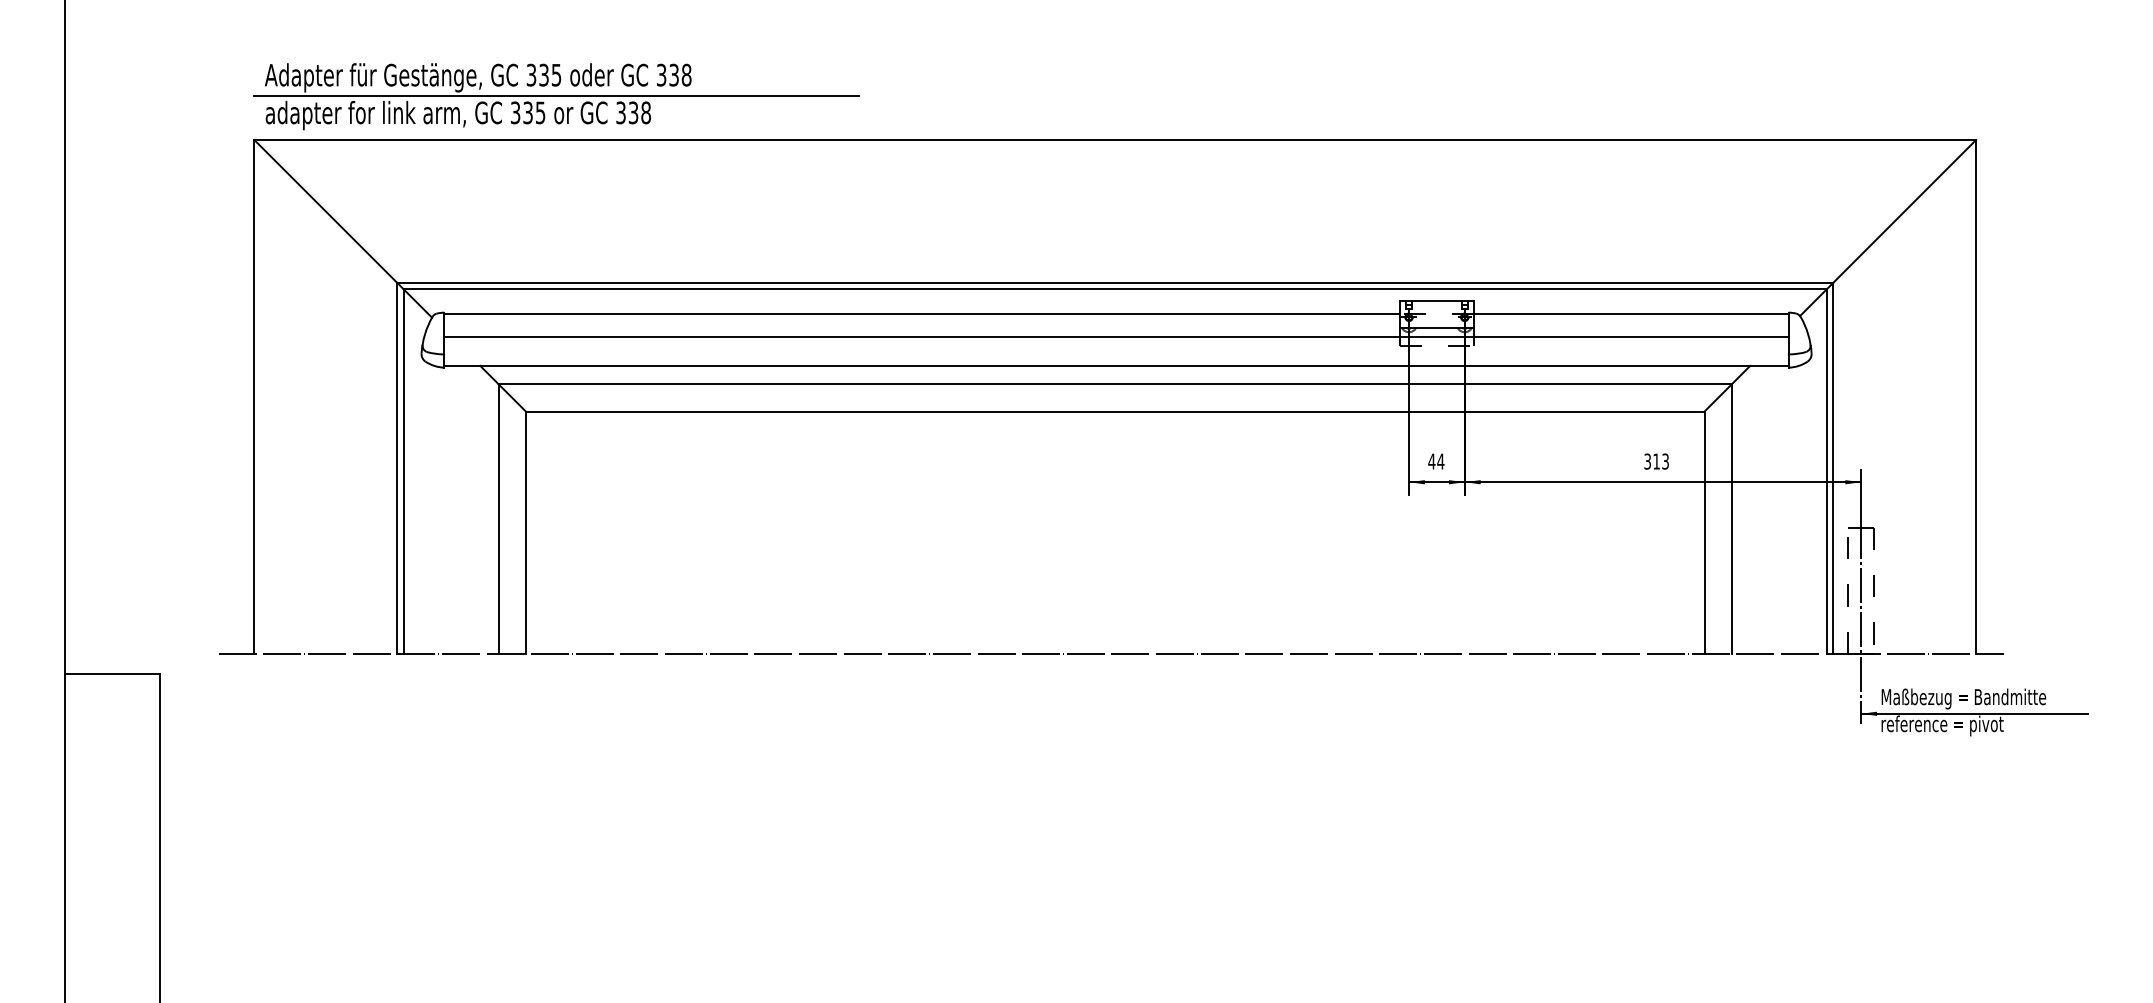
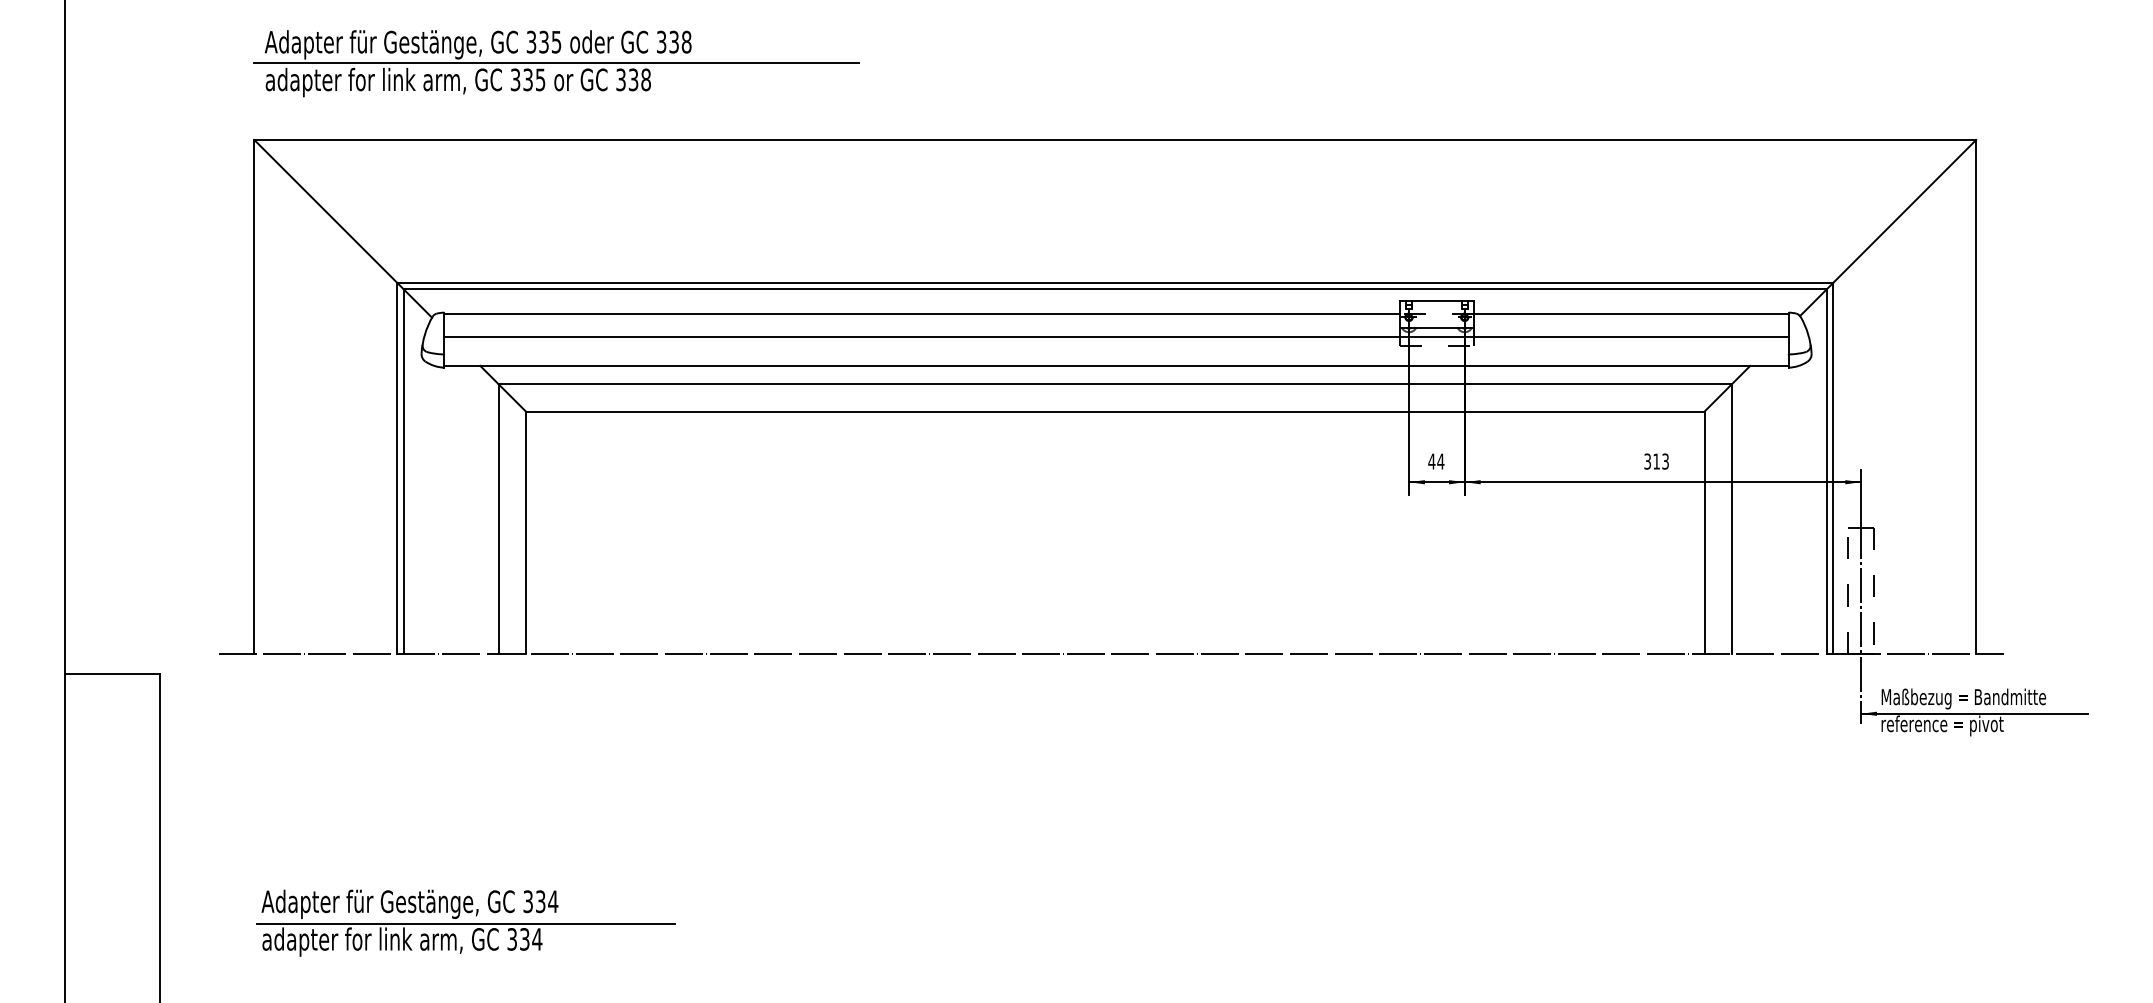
part at (556, 96) position: (556, 96) -> (556, 63)
part at (465, 922): none -> present
